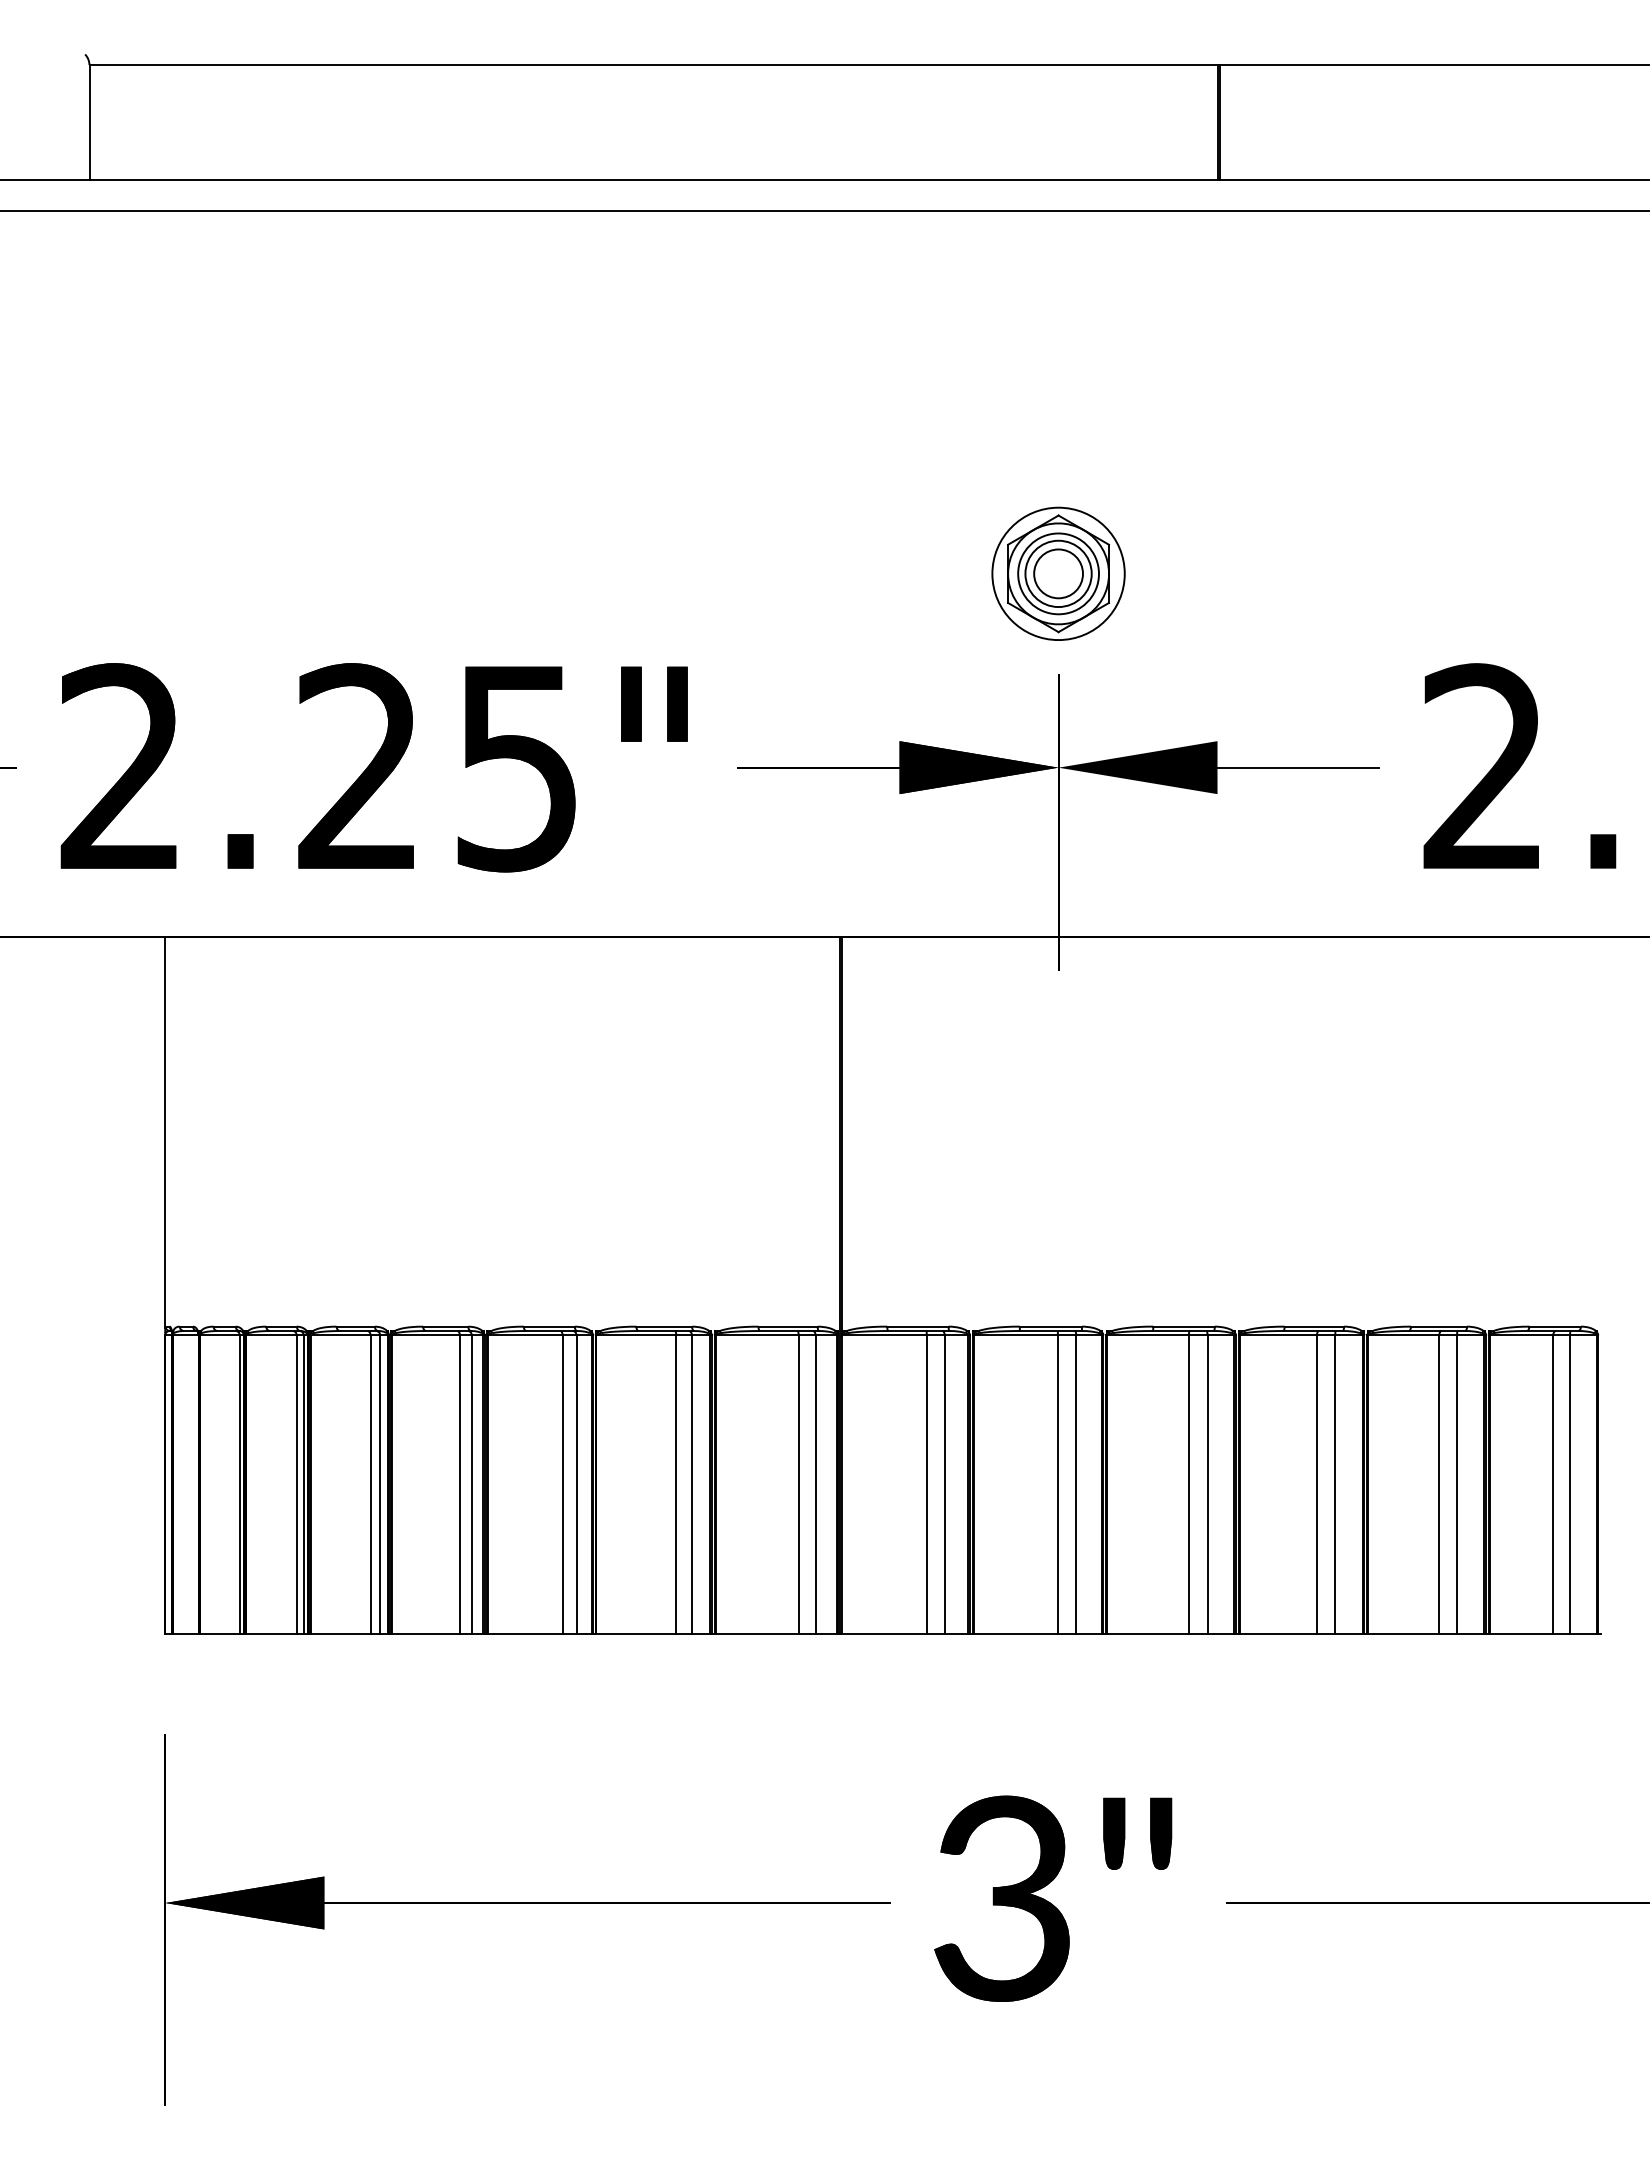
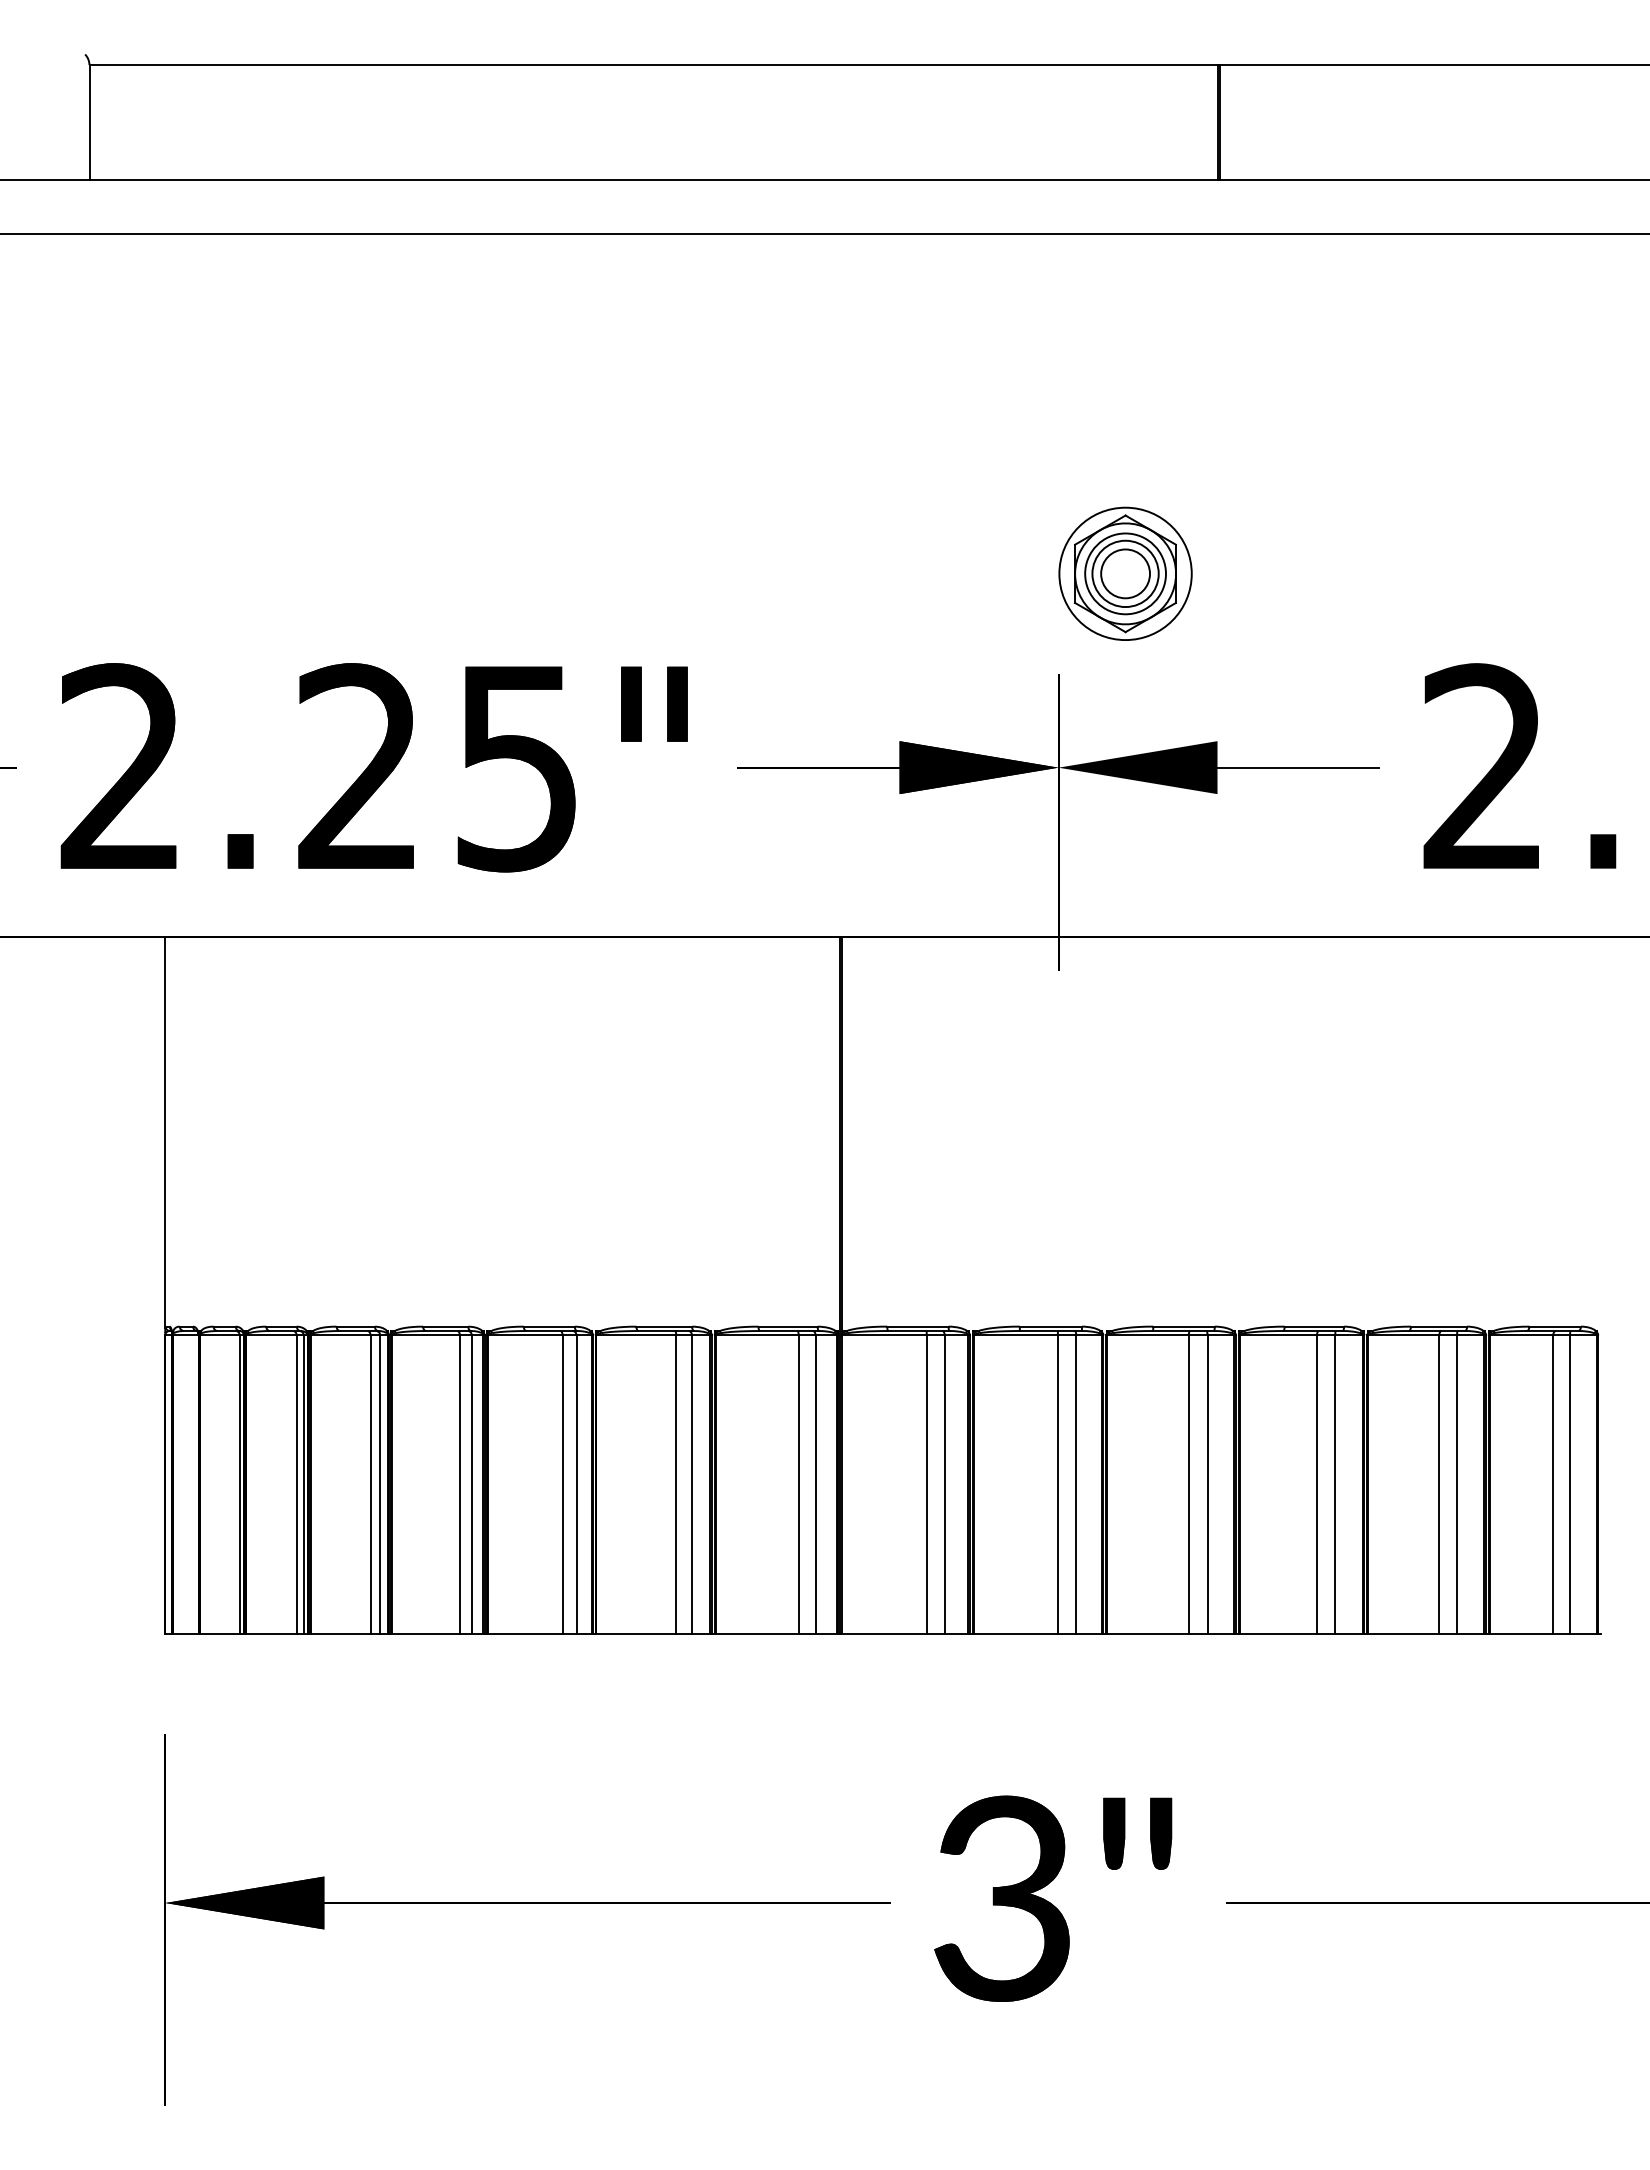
line at (824, 210) position: (824, 210) -> (824, 233)
part at (1058, 573) position: (1058, 573) -> (1125, 573)
